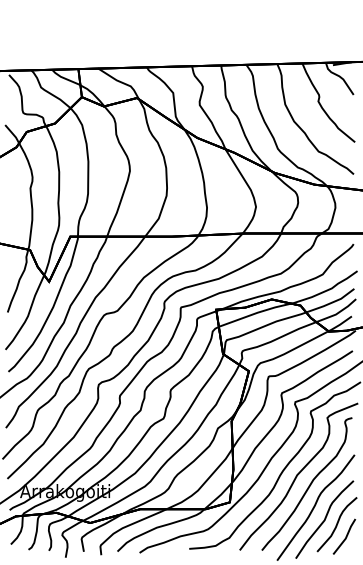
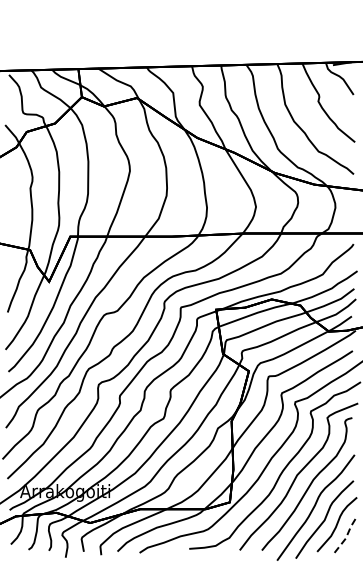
line at (346, 537): solid -> dashed
